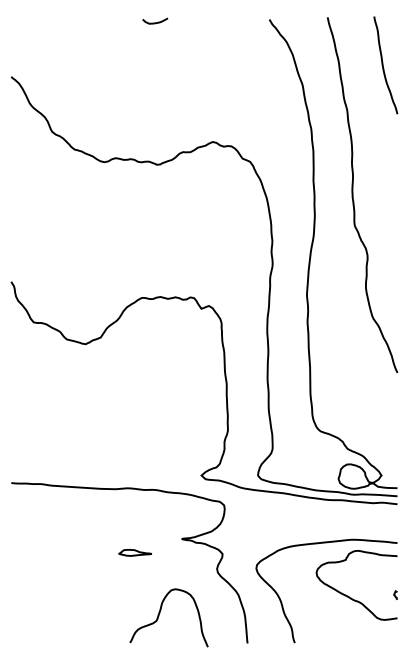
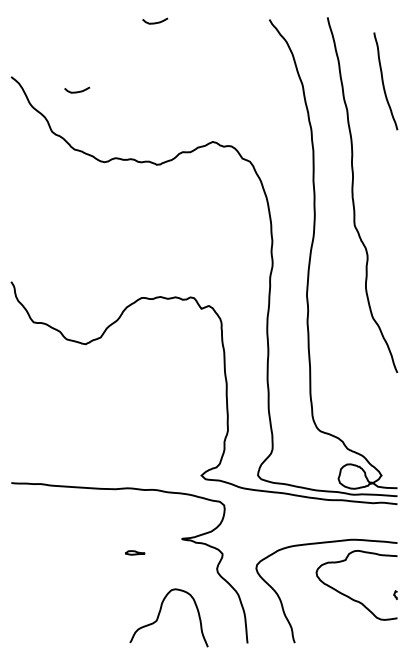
curve at (383, 65) position: (383, 65) -> (383, 81)
curve at (77, 91): none -> present
part at (134, 552) size: 34x8 px -> 21x6 px
